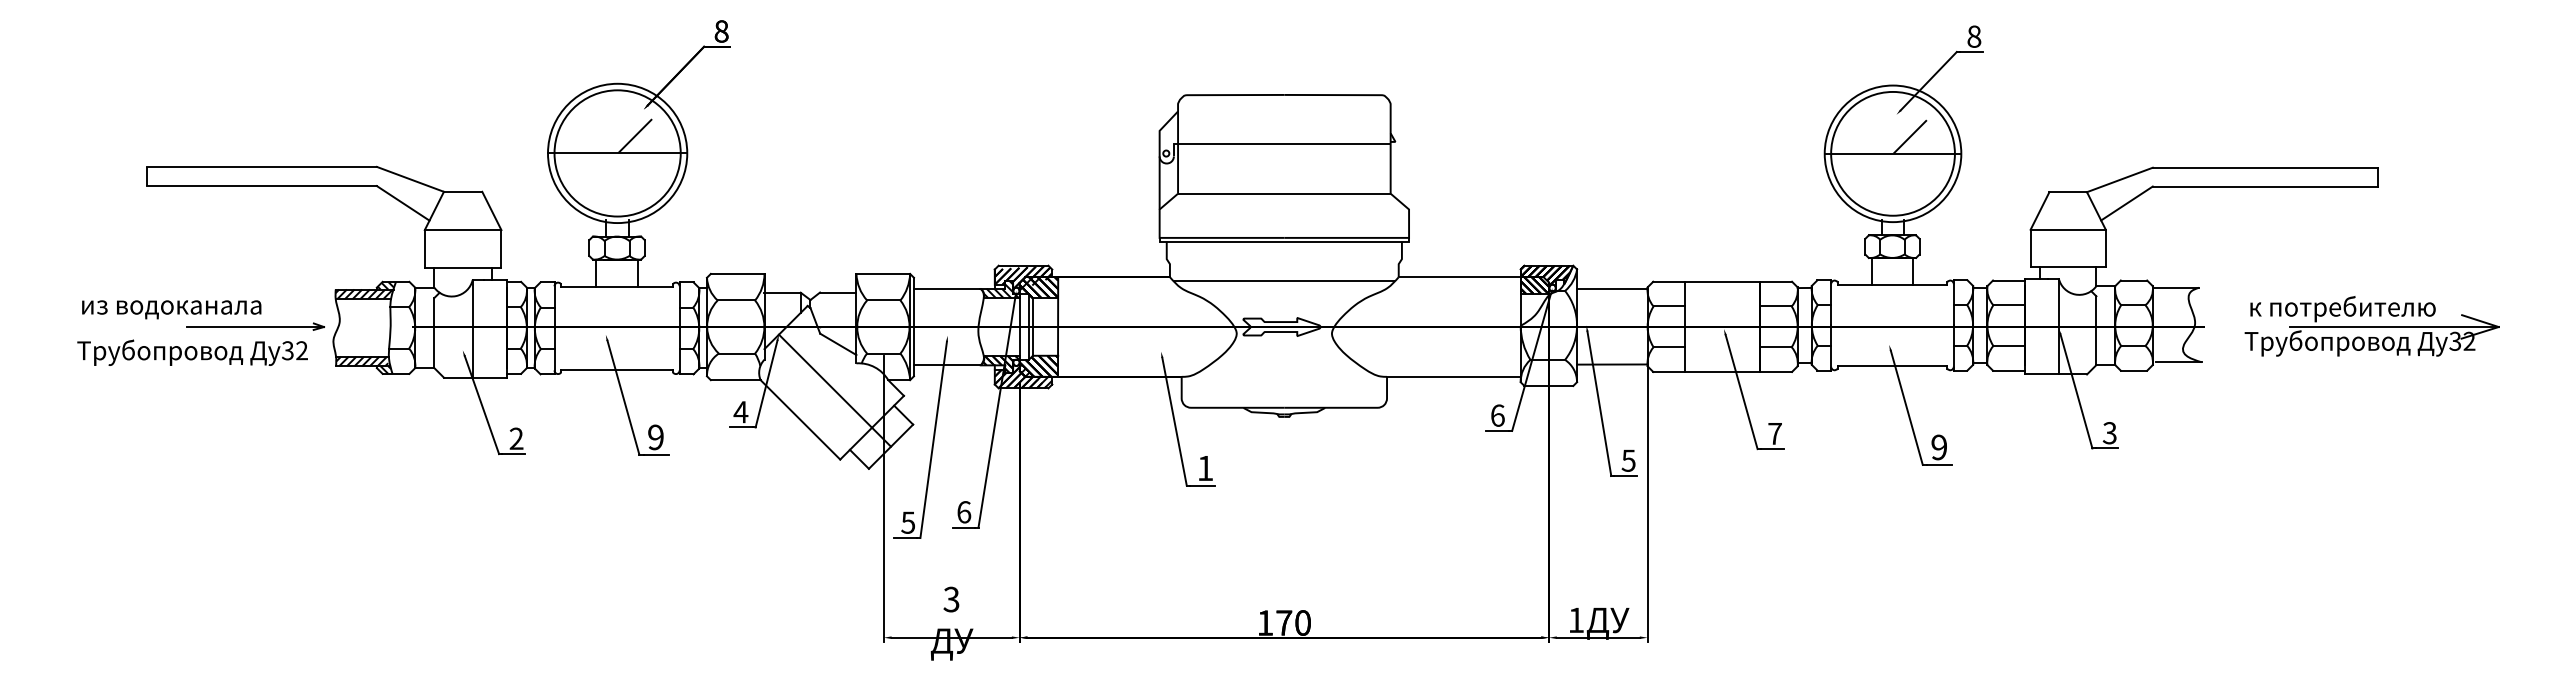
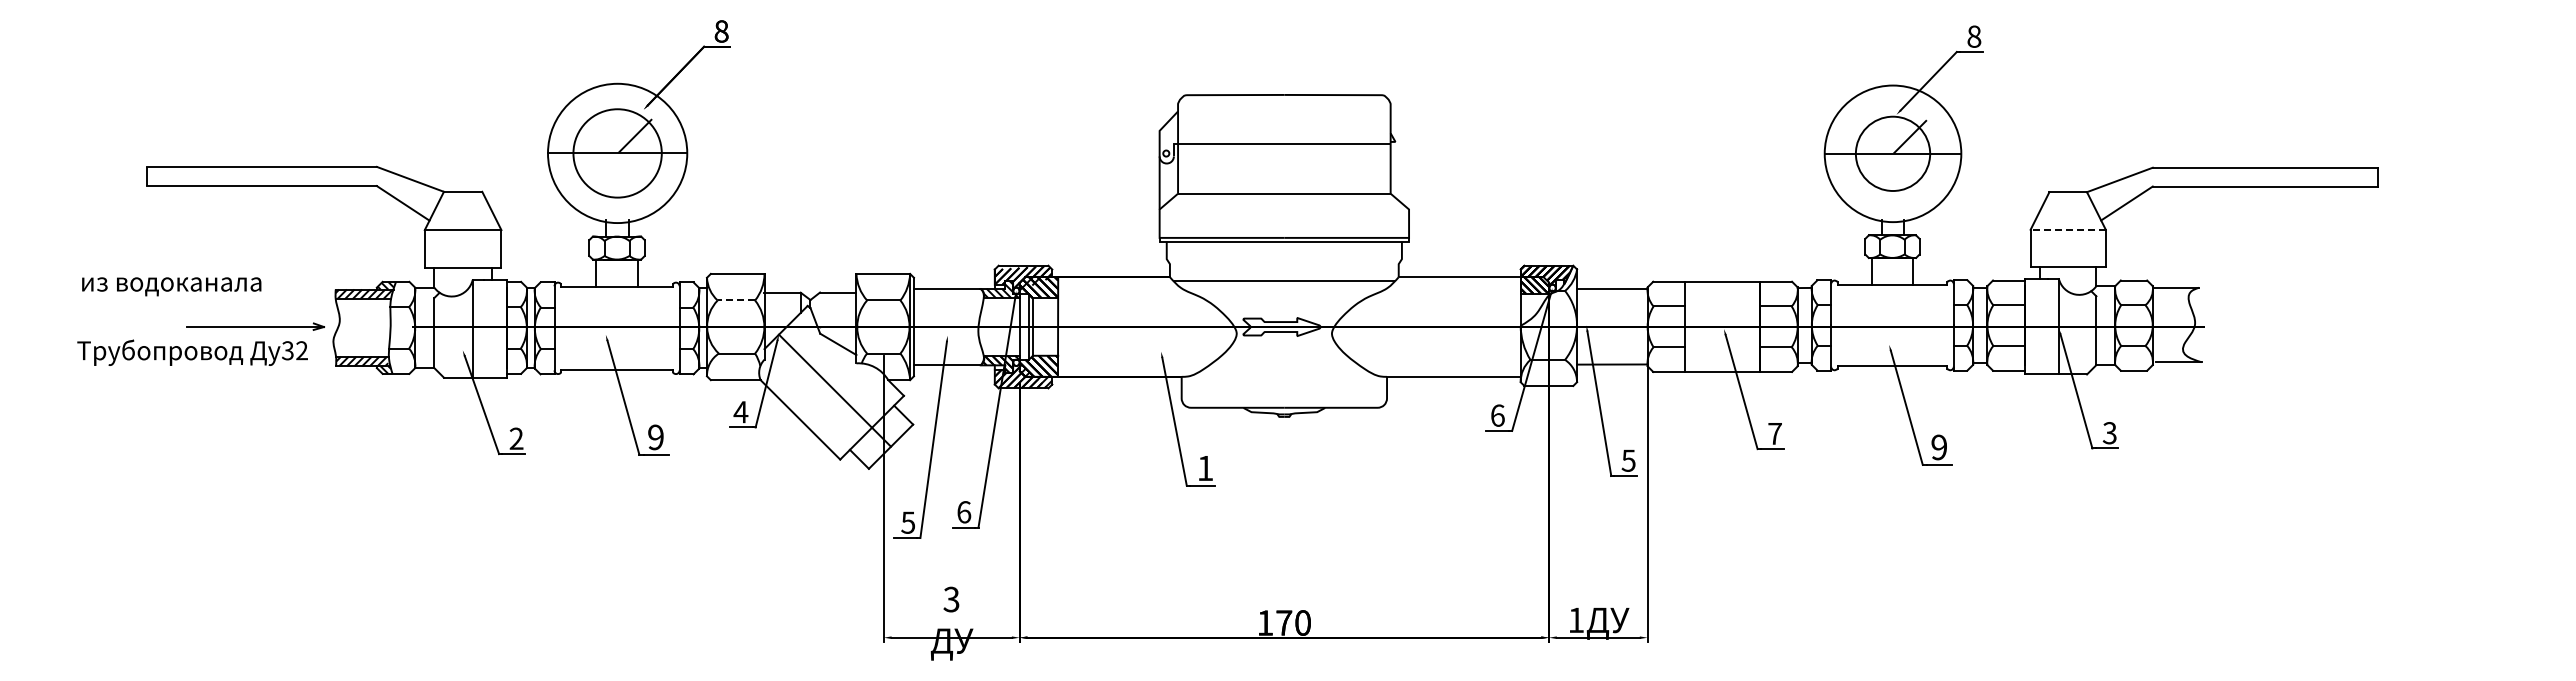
circle at (617, 153) diameter: 126 px -> 88 px
circle at (1892, 153) diameter: 124 px -> 74 px
line at (2068, 229): solid -> dashed
line at (736, 300): solid -> dashed
text at (171, 309) position: (171, 309) -> (171, 286)
part at (2371, 326): present -> none
